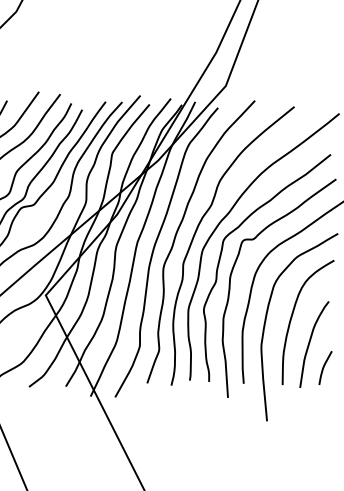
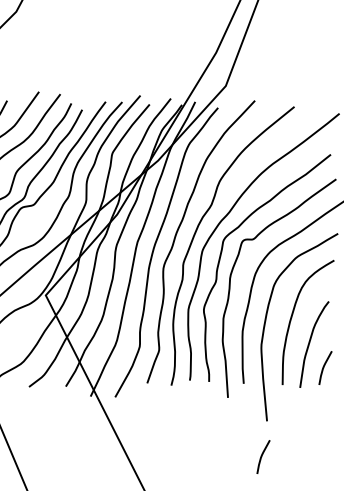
curve at (262, 456): none -> present
